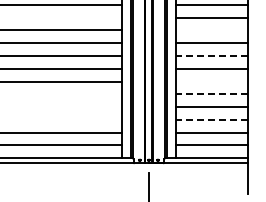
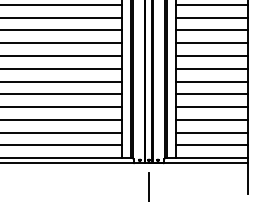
line at (61, 17): none -> present
line at (211, 30): none -> present
line at (212, 55): dashed -> solid
line at (211, 81): none -> present
line at (61, 94): none -> present
line at (212, 94): dashed -> solid
line at (61, 107): none -> present
line at (61, 119): none -> present
line at (212, 119): dashed -> solid
